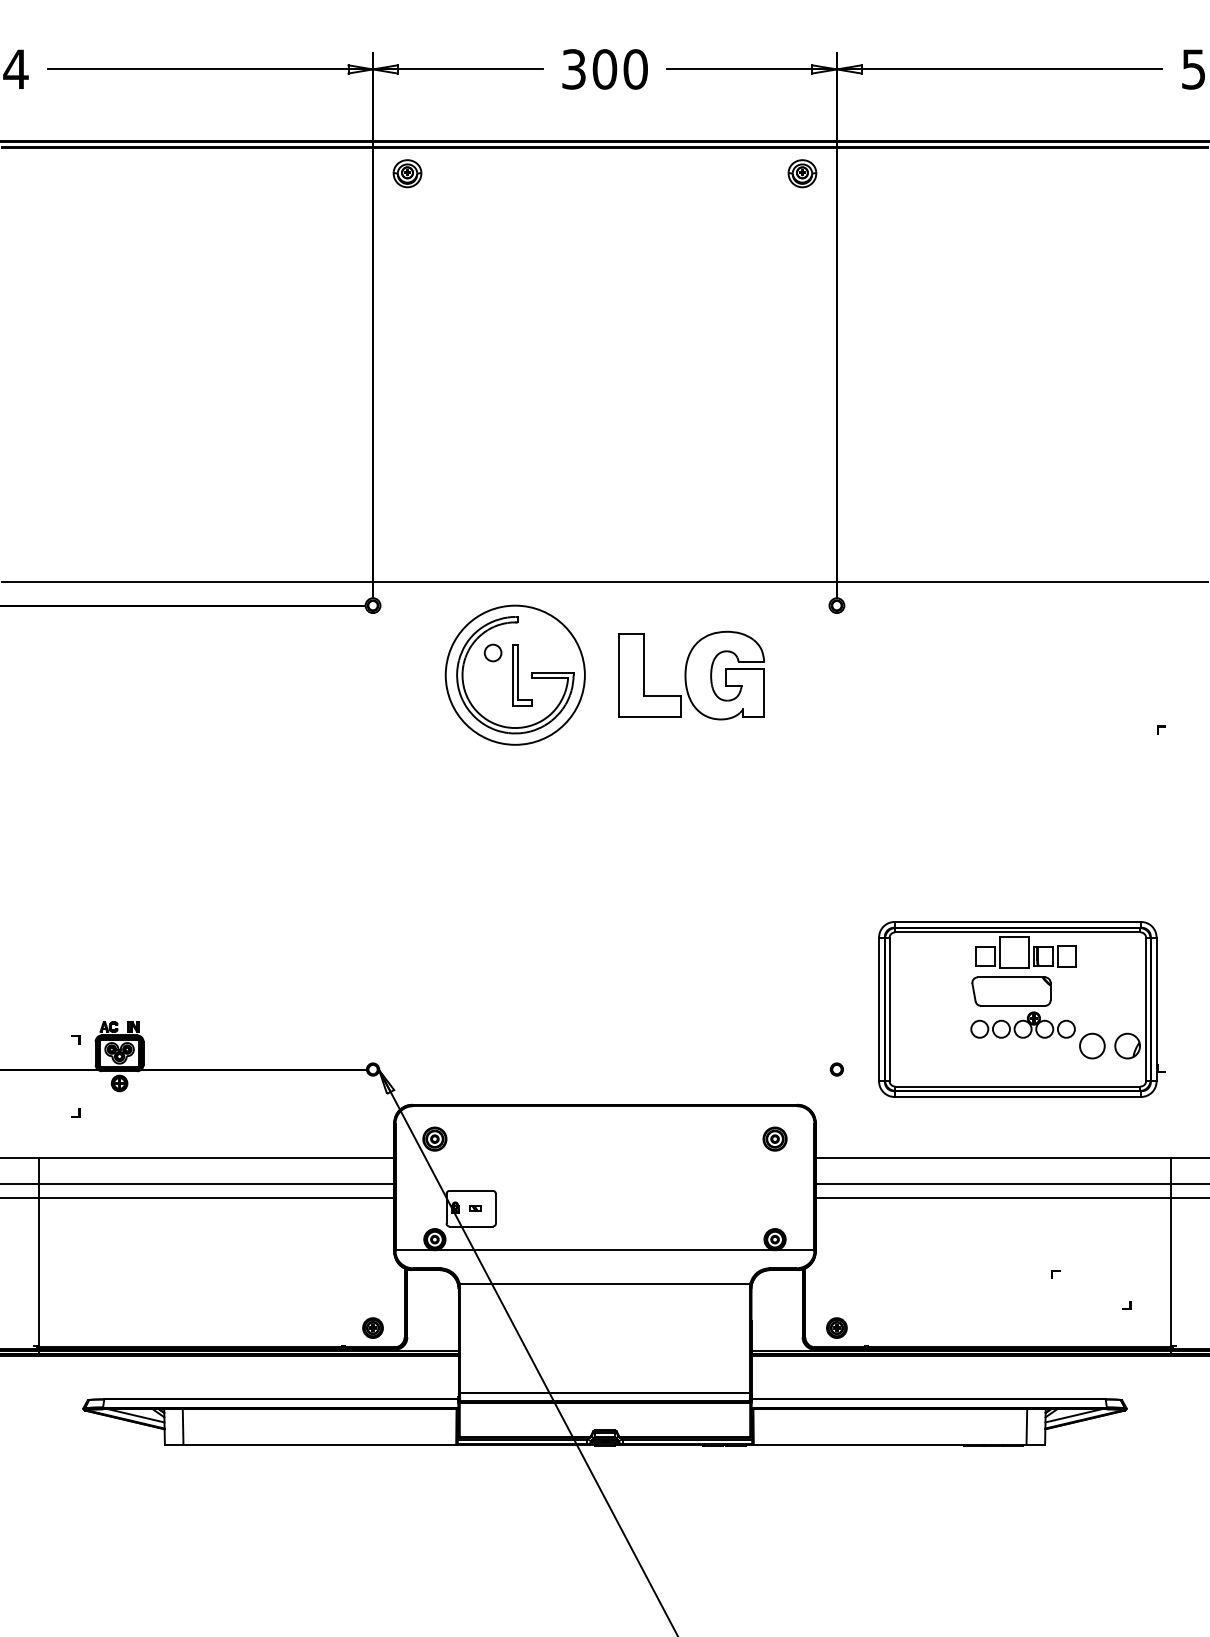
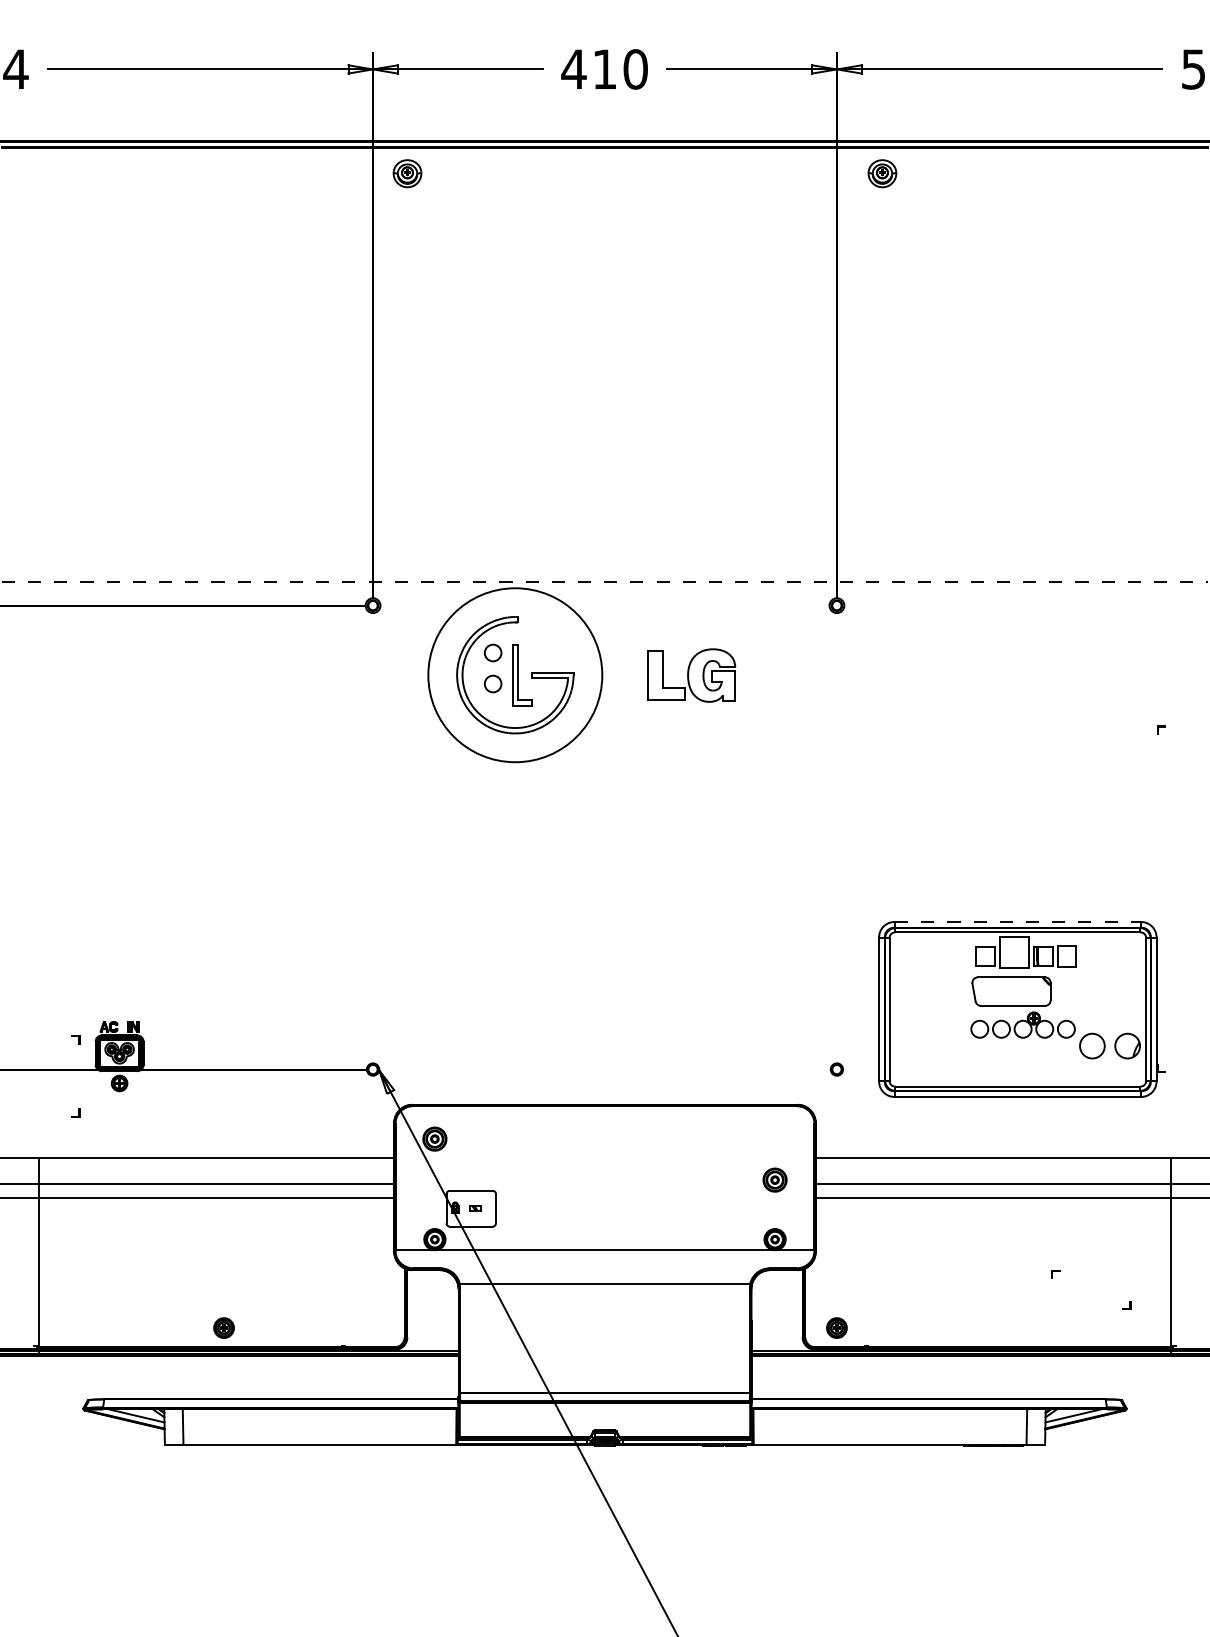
text at (589, 69): 300 -> 410
part at (802, 173) position: (802, 173) -> (882, 173)
line at (605, 582): solid -> dashed
circle at (514, 674) diameter: 139 px -> 174 px
part at (691, 675) size: 148x91 px -> 90x55 px
circle at (492, 683): none -> present
line at (1017, 921): solid -> dashed
part at (774, 1138) position: (774, 1138) -> (774, 1179)
part at (372, 1327) position: (372, 1327) -> (223, 1327)
